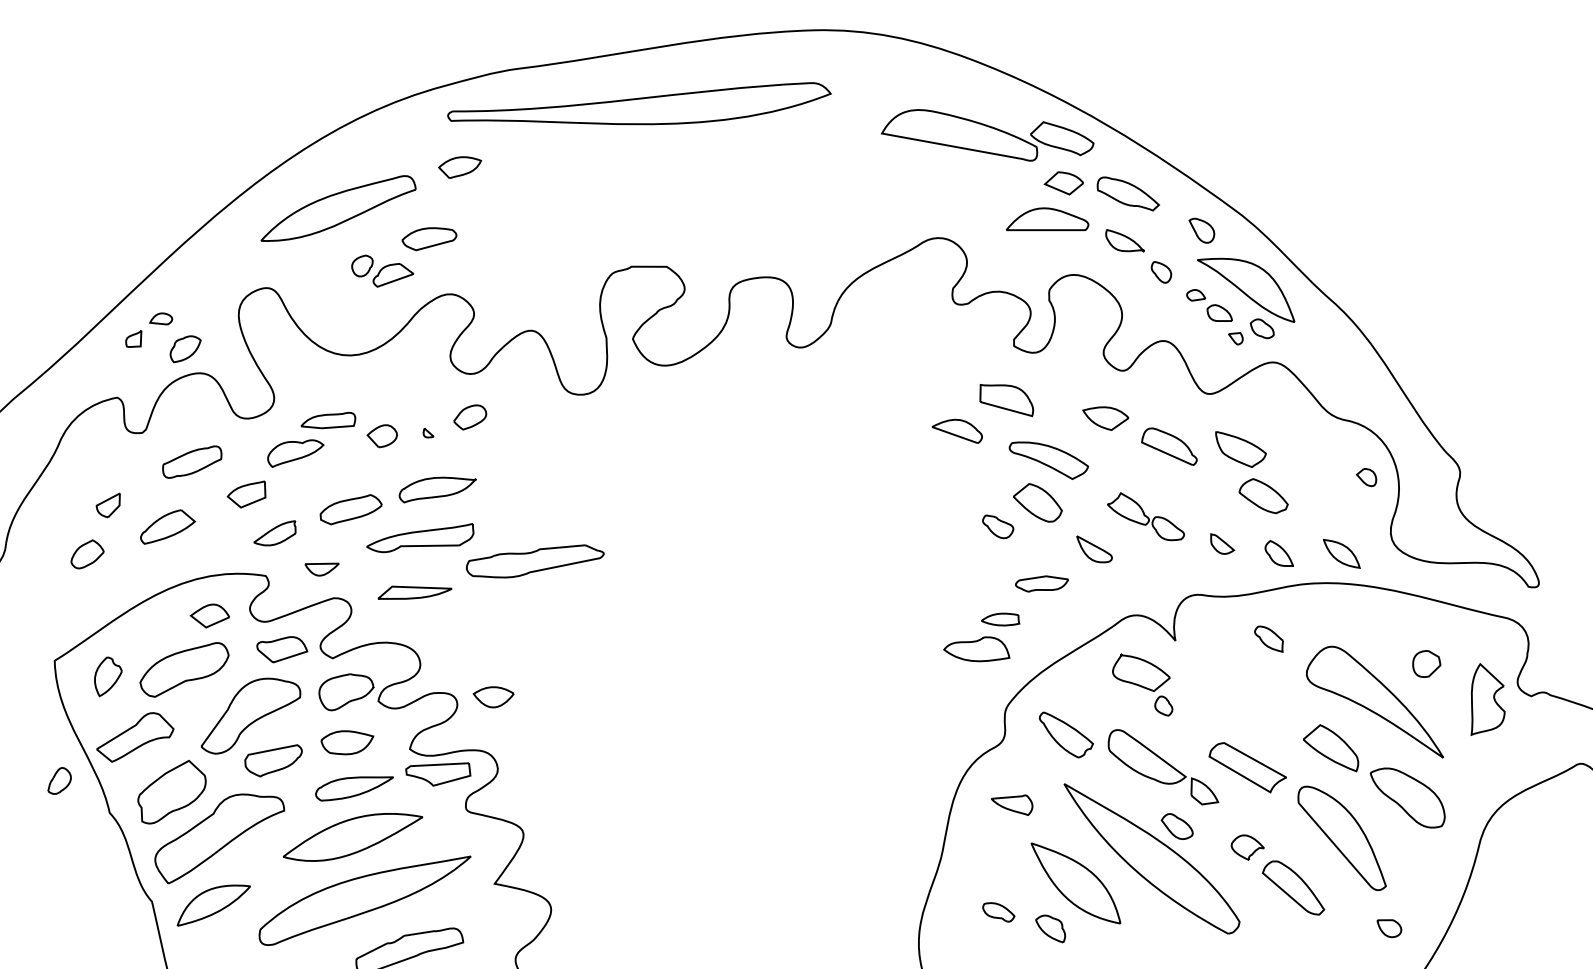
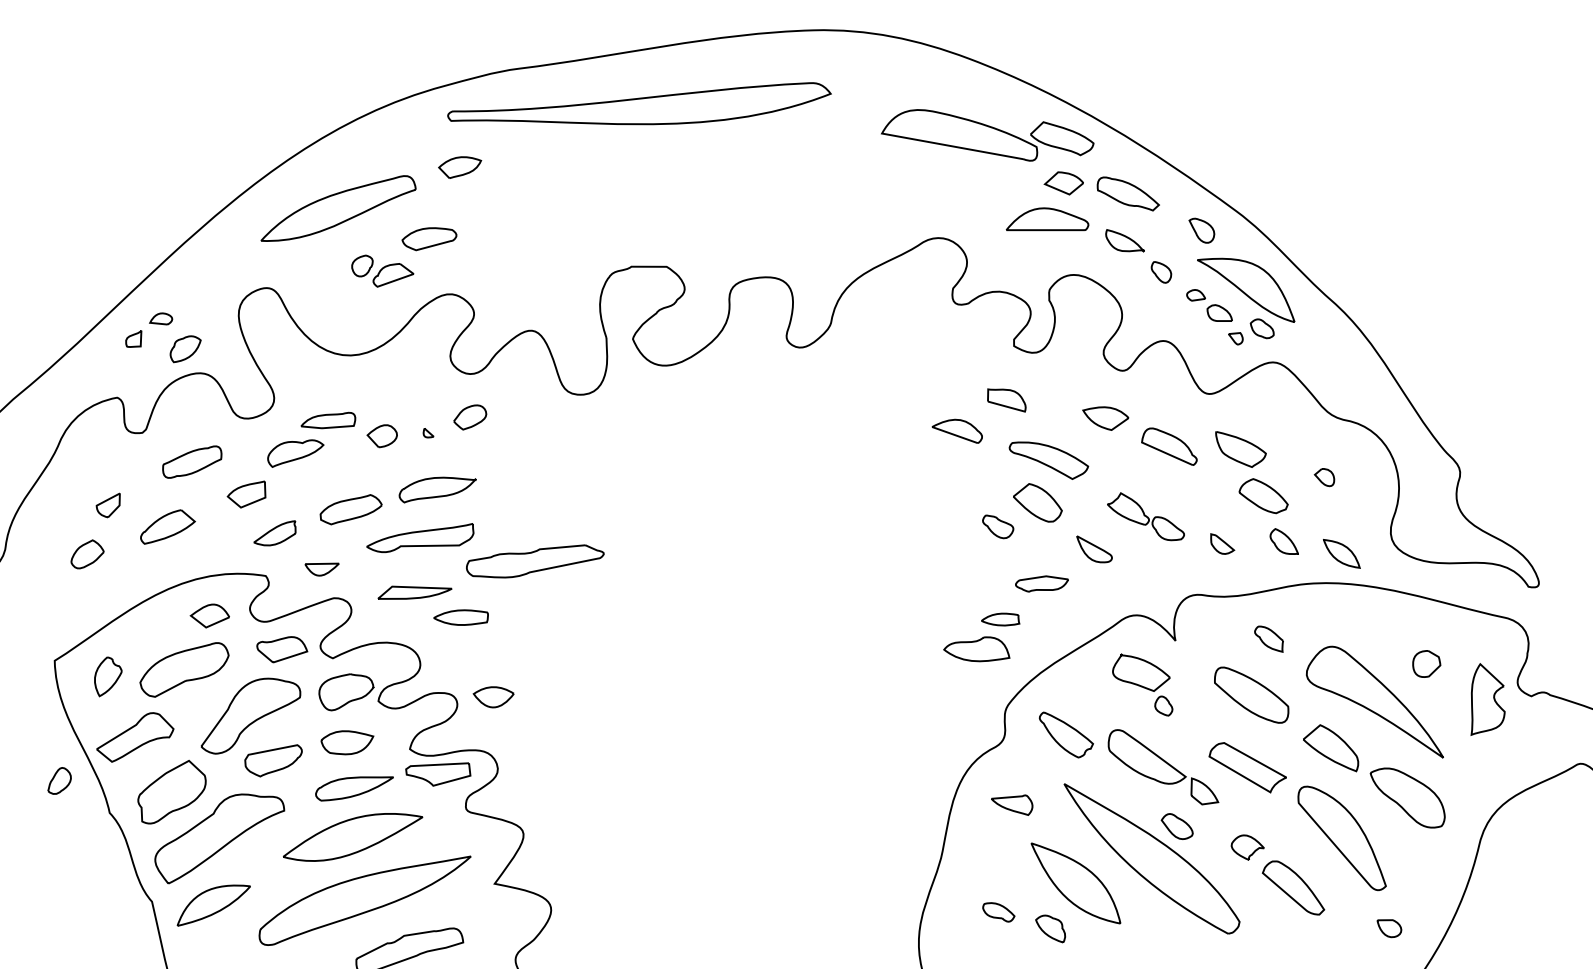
part at (1006, 400) size: 56x34 px -> 40x25 px
part at (1366, 477) position: (1366, 477) -> (1324, 477)
part at (1278, 553) position: (1278, 553) -> (1283, 541)
part at (460, 617): none -> present
part at (1251, 694): none -> present
